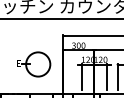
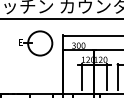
part at (34, 64) position: (34, 64) -> (36, 43)
